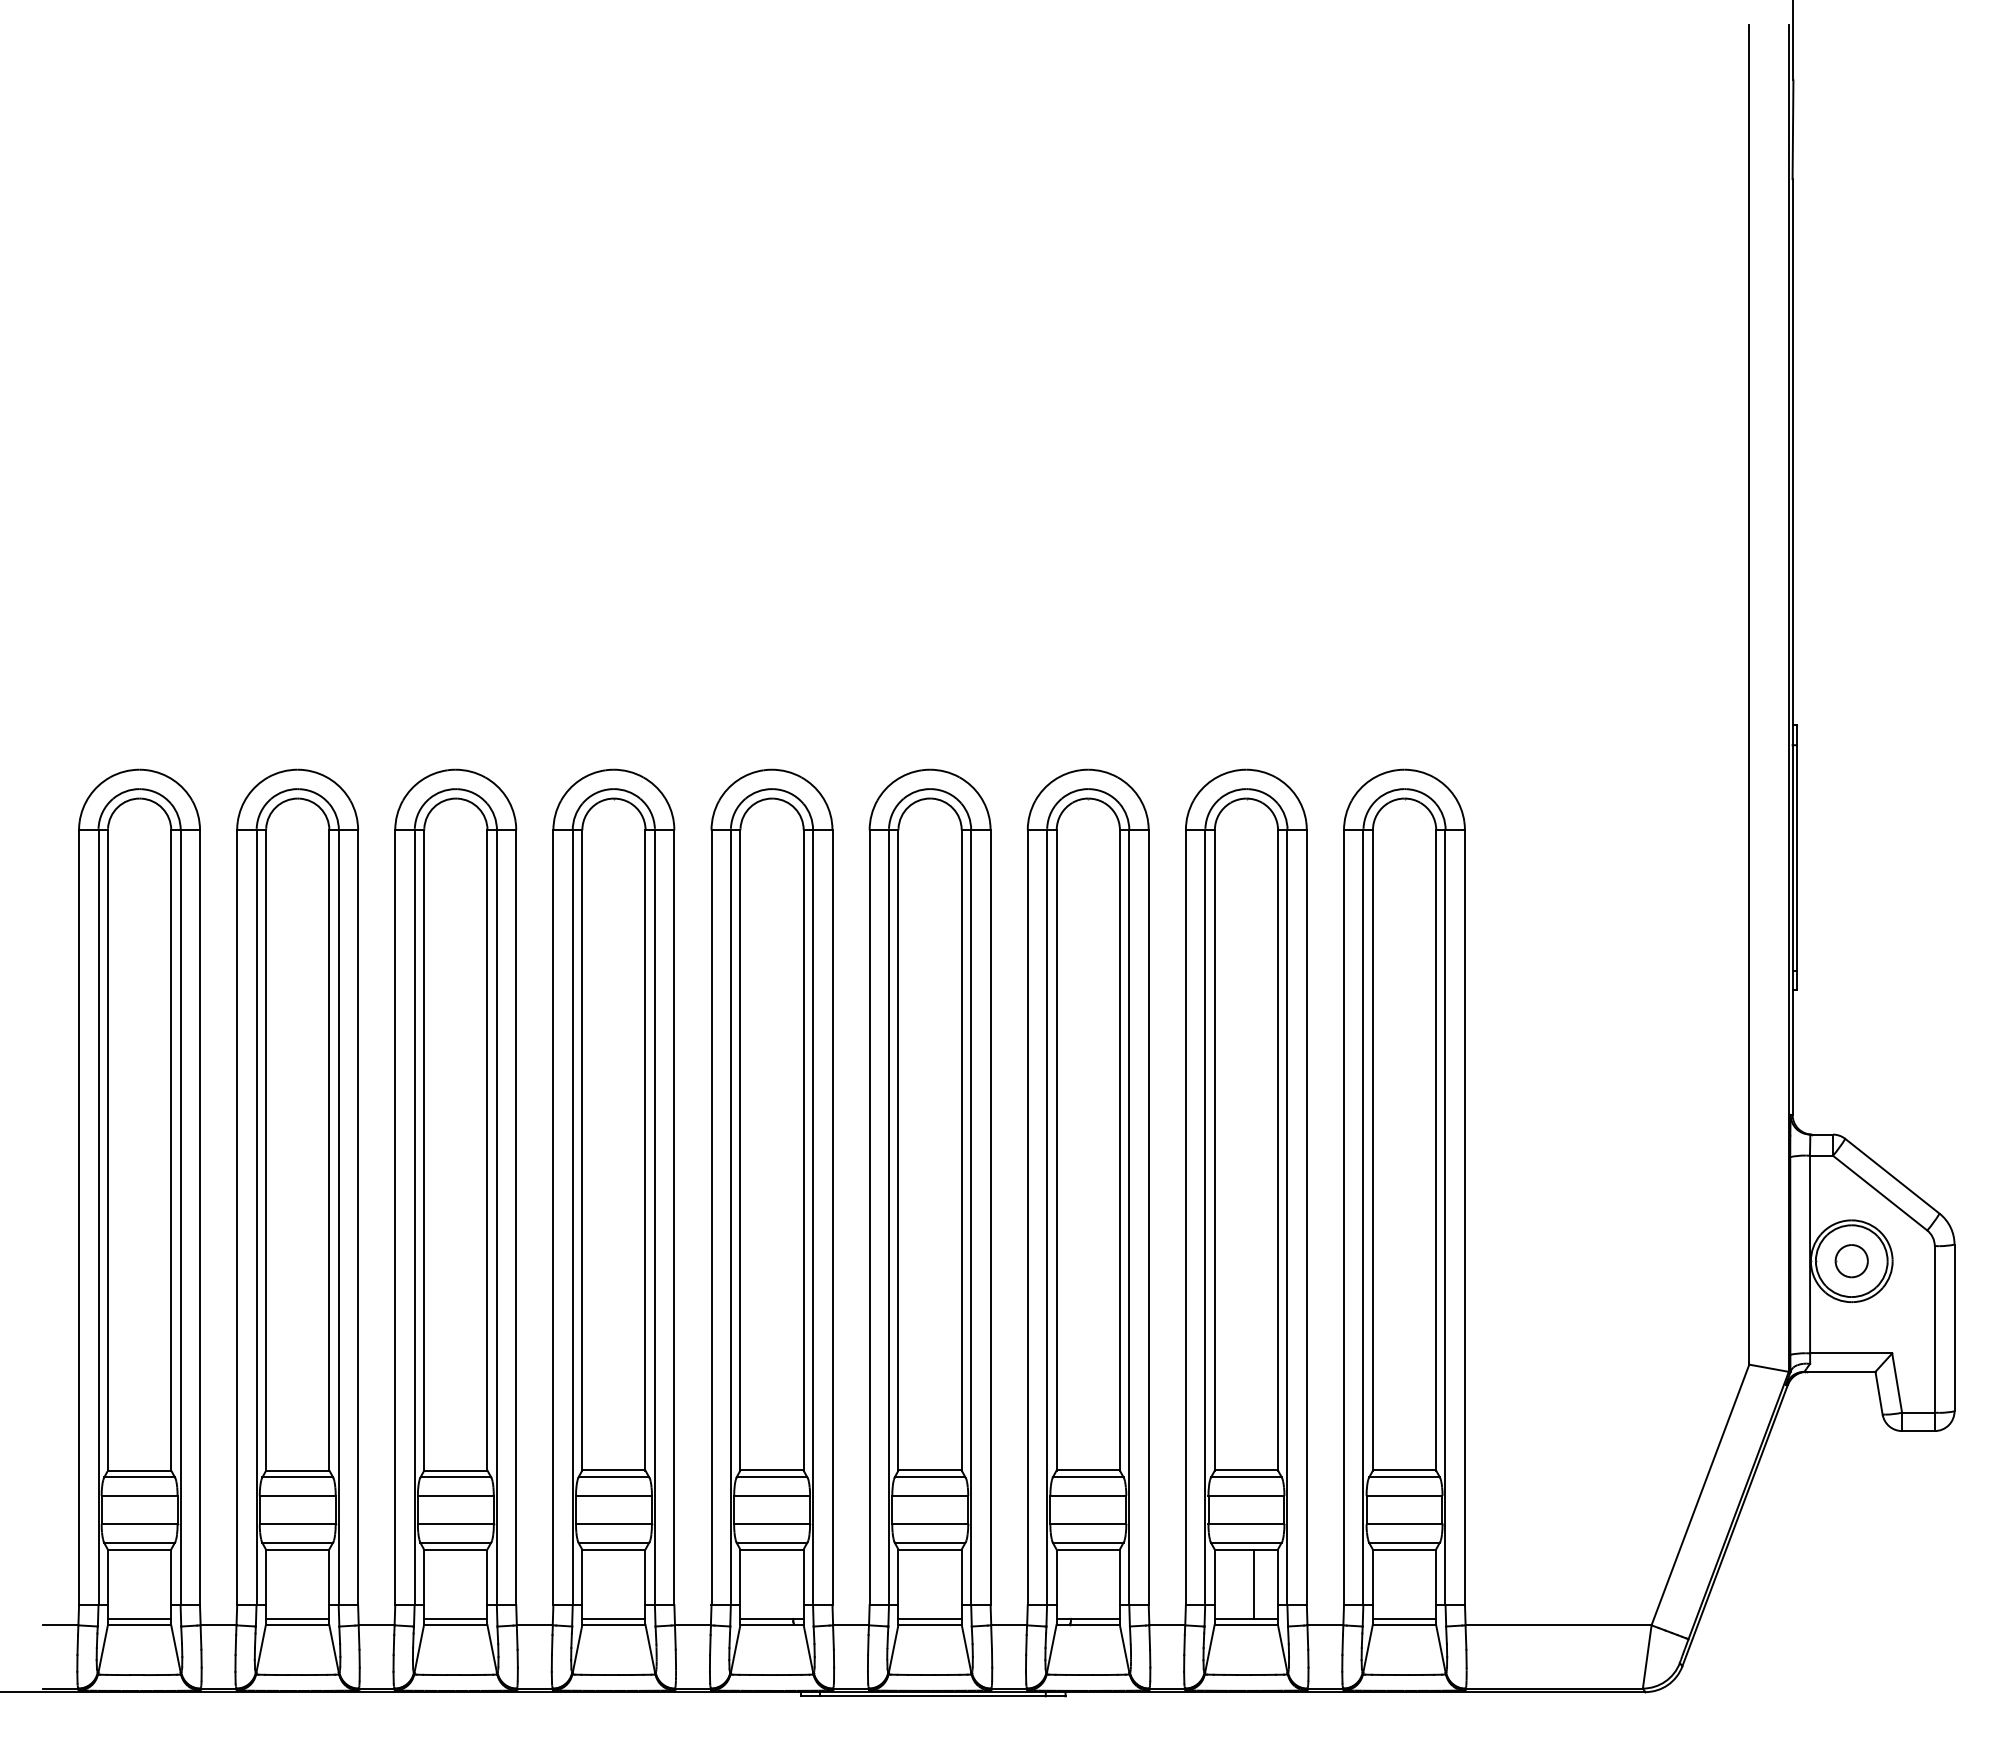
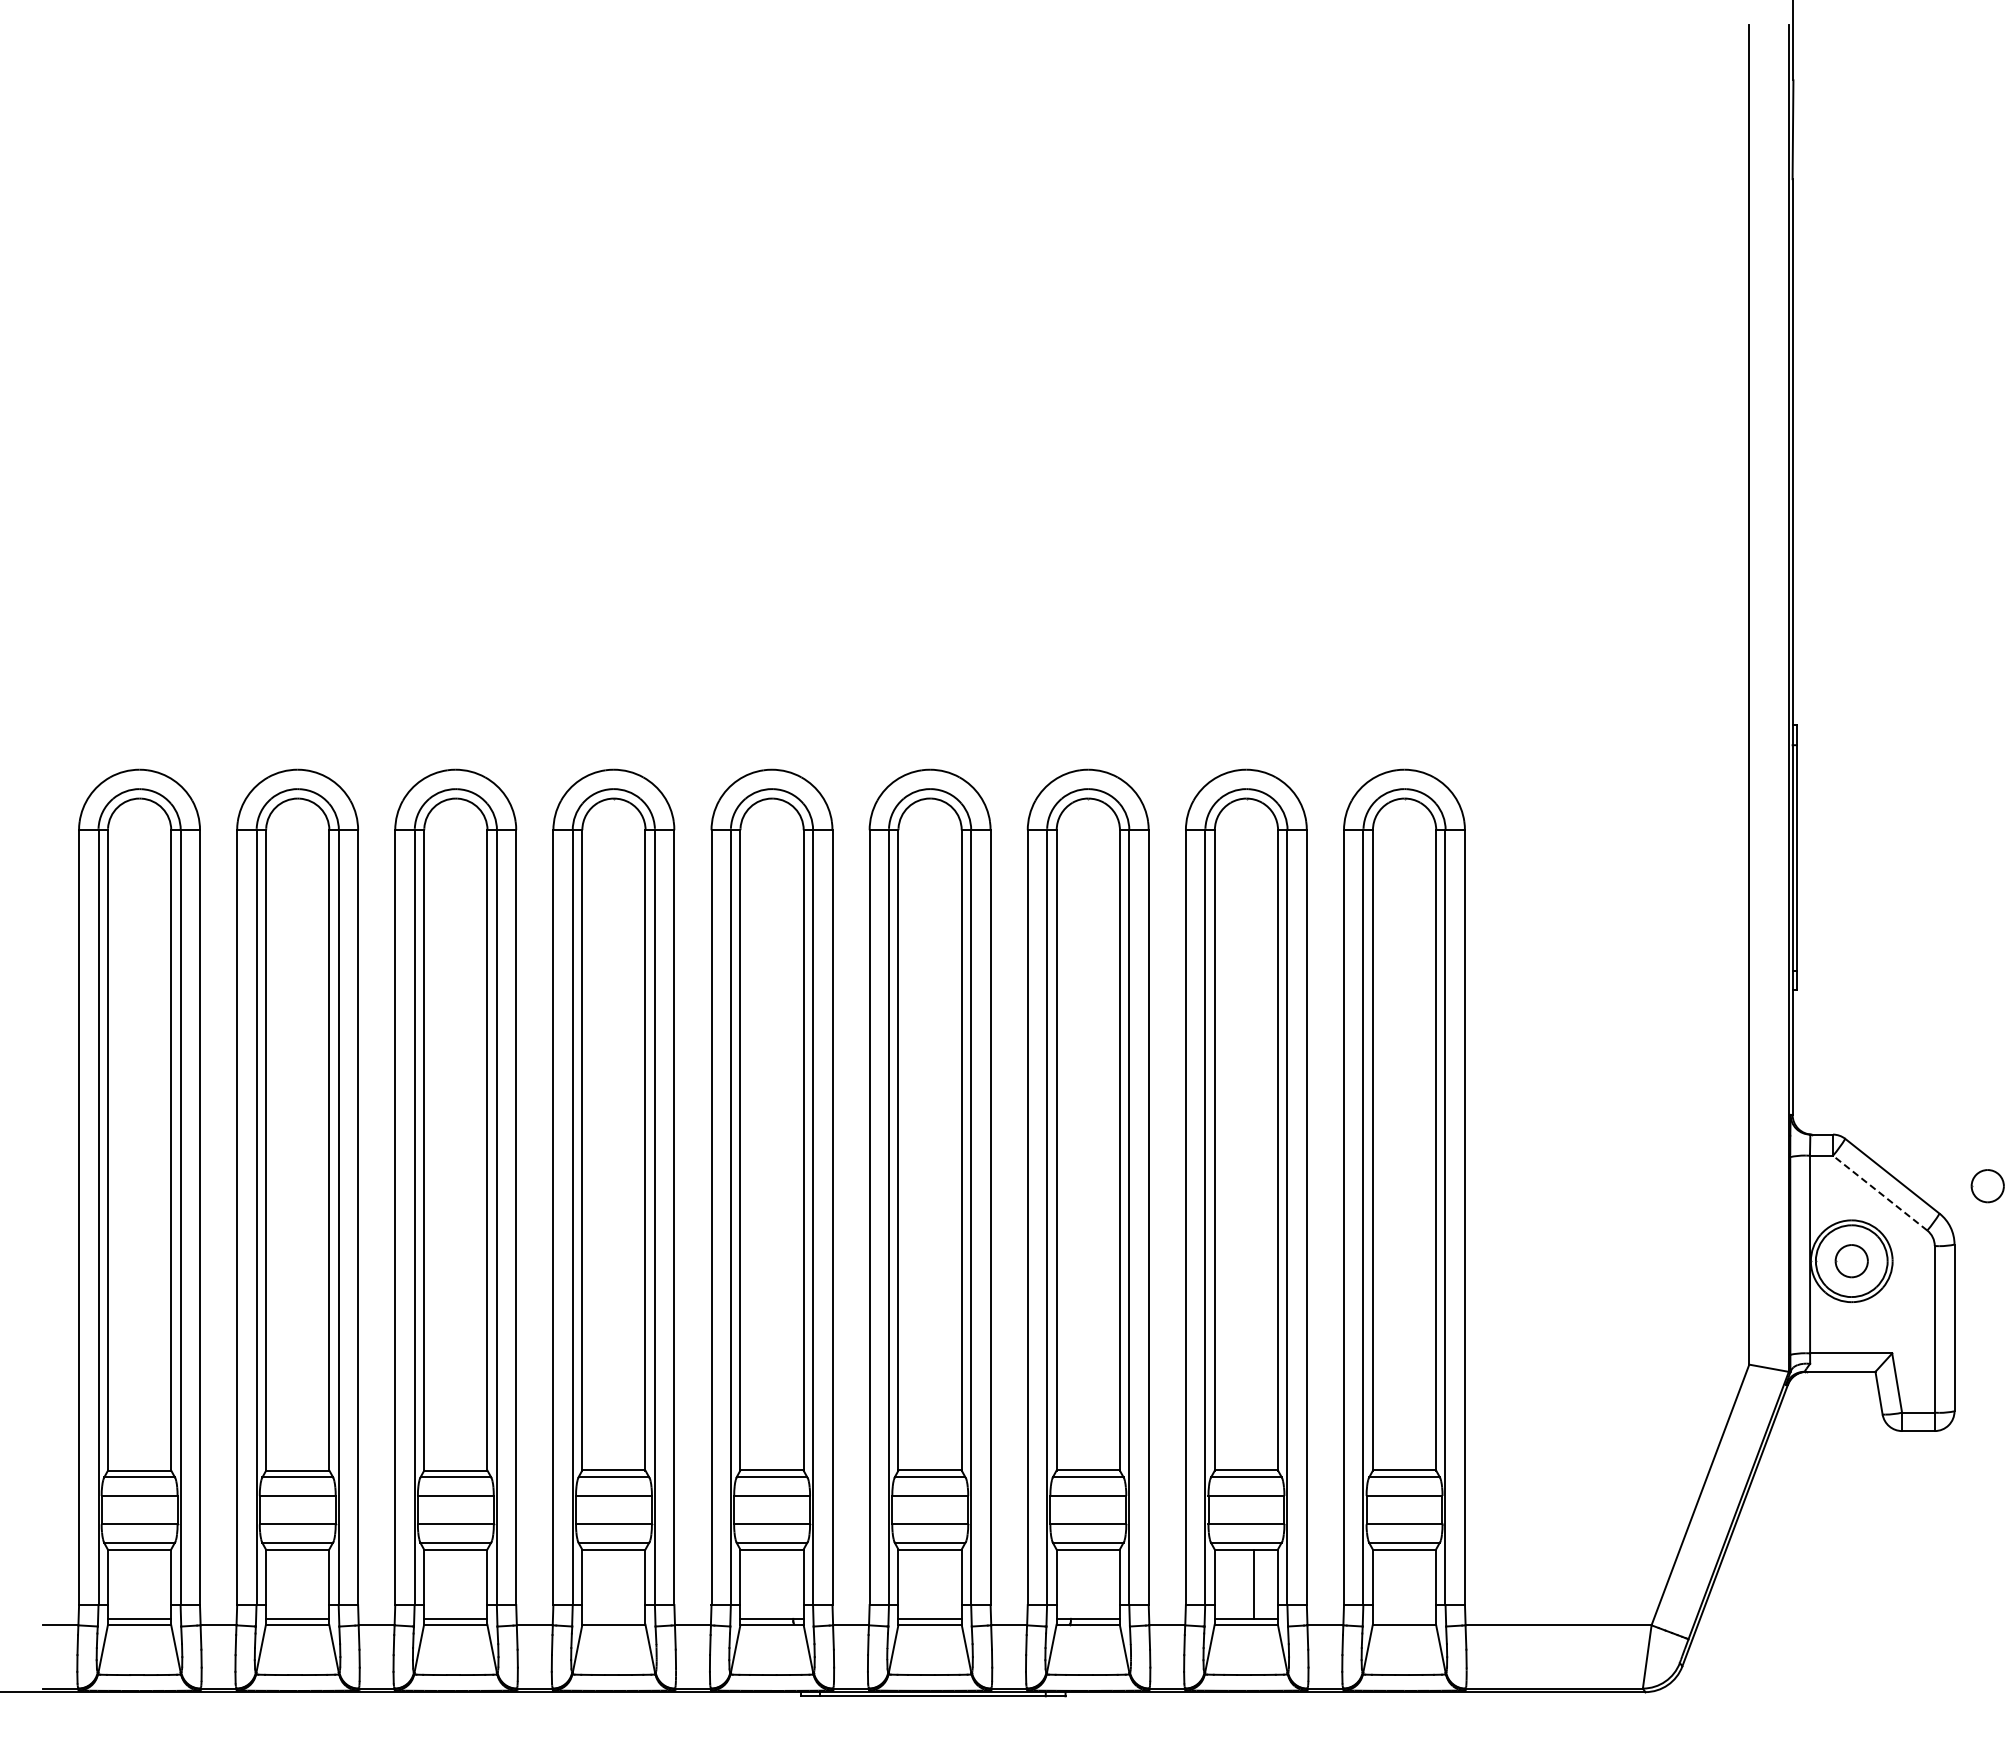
part at (1987, 1186): none -> present
line at (1879, 1192): solid -> dashed
line at (613, 1618): present -> none
line at (1404, 1618): present -> none
